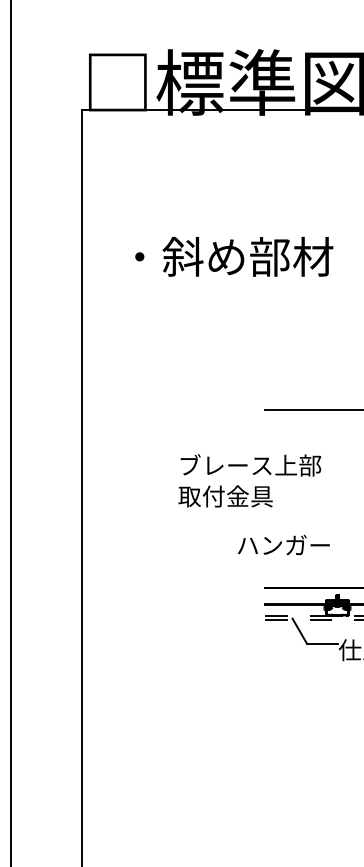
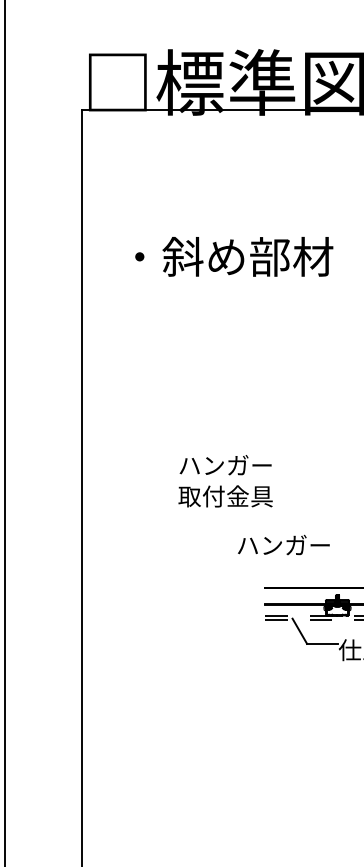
line at (312, 410): present -> none
line at (10, 432) position: (10, 432) -> (4, 432)
text at (250, 465): ブレース上部 -> ハンガー
